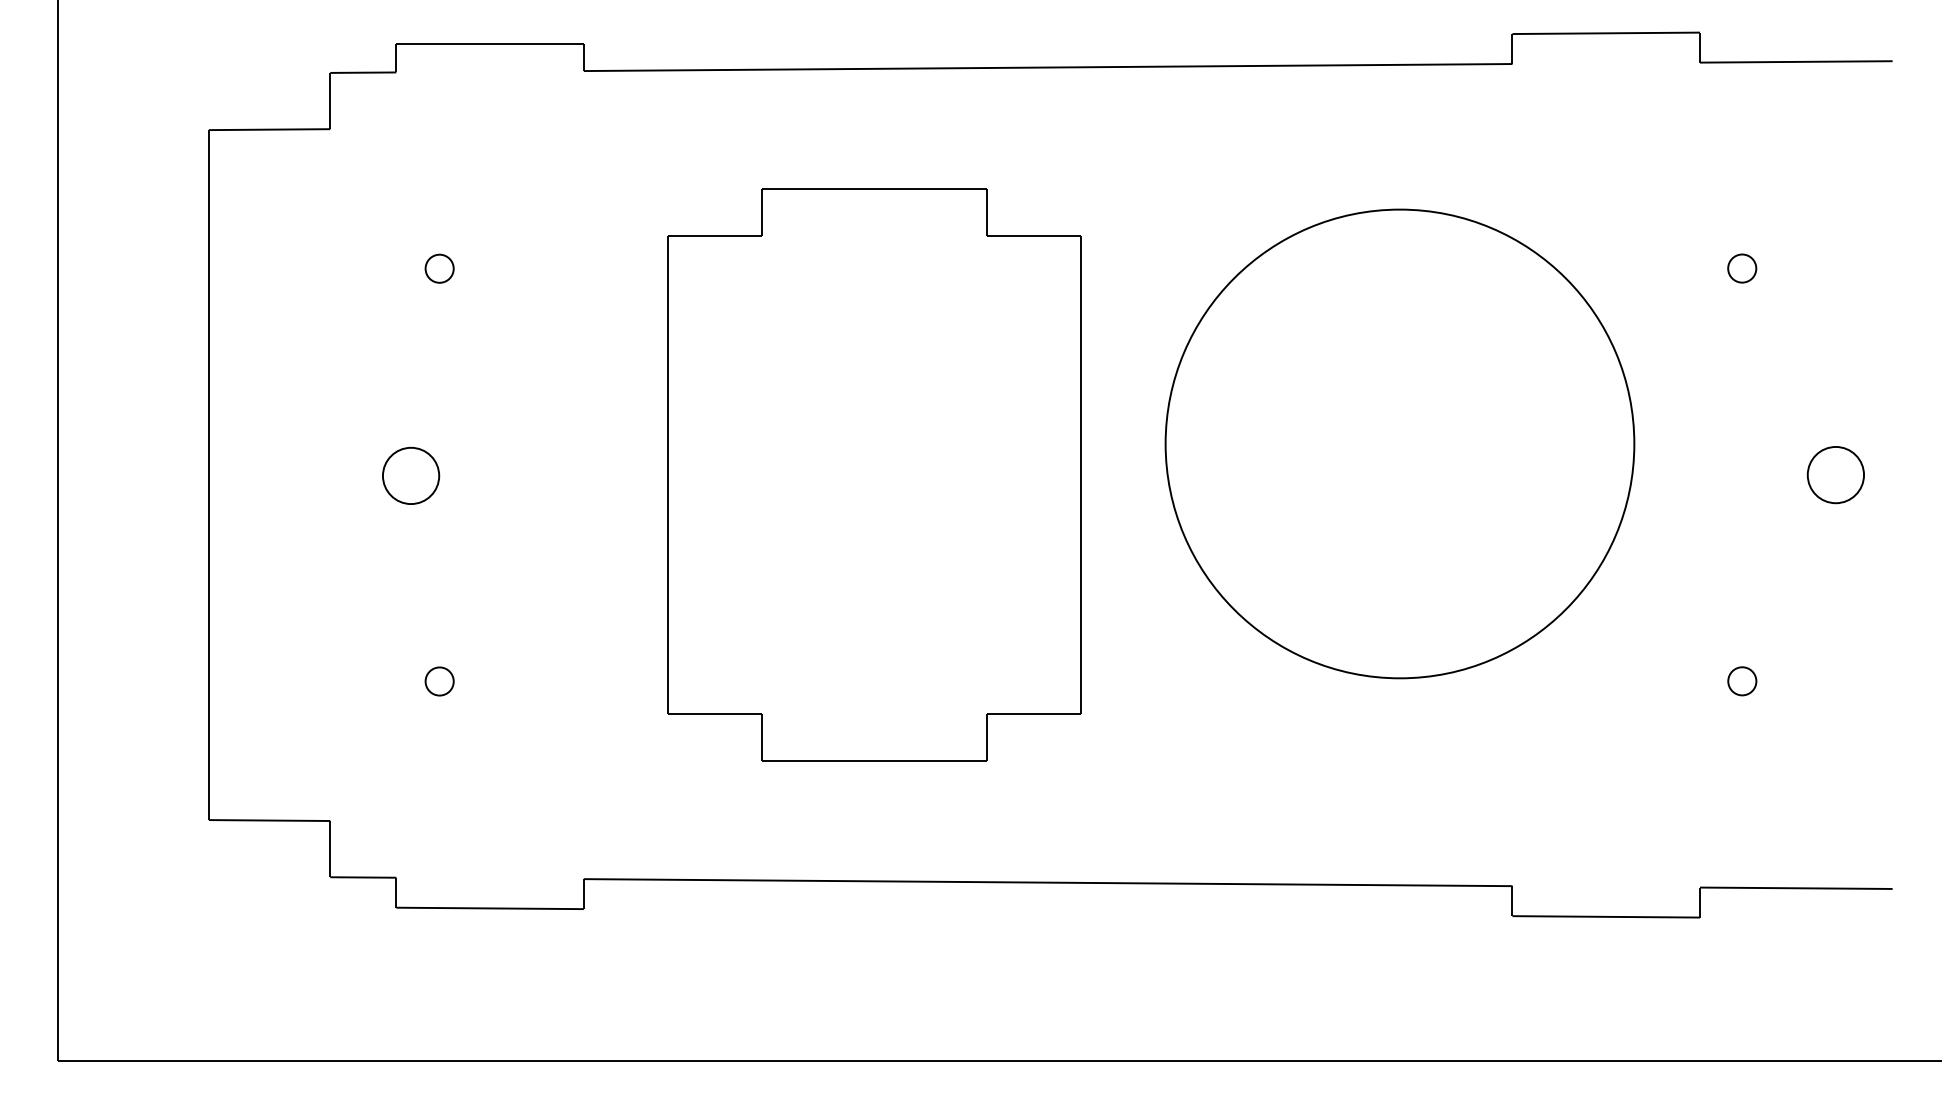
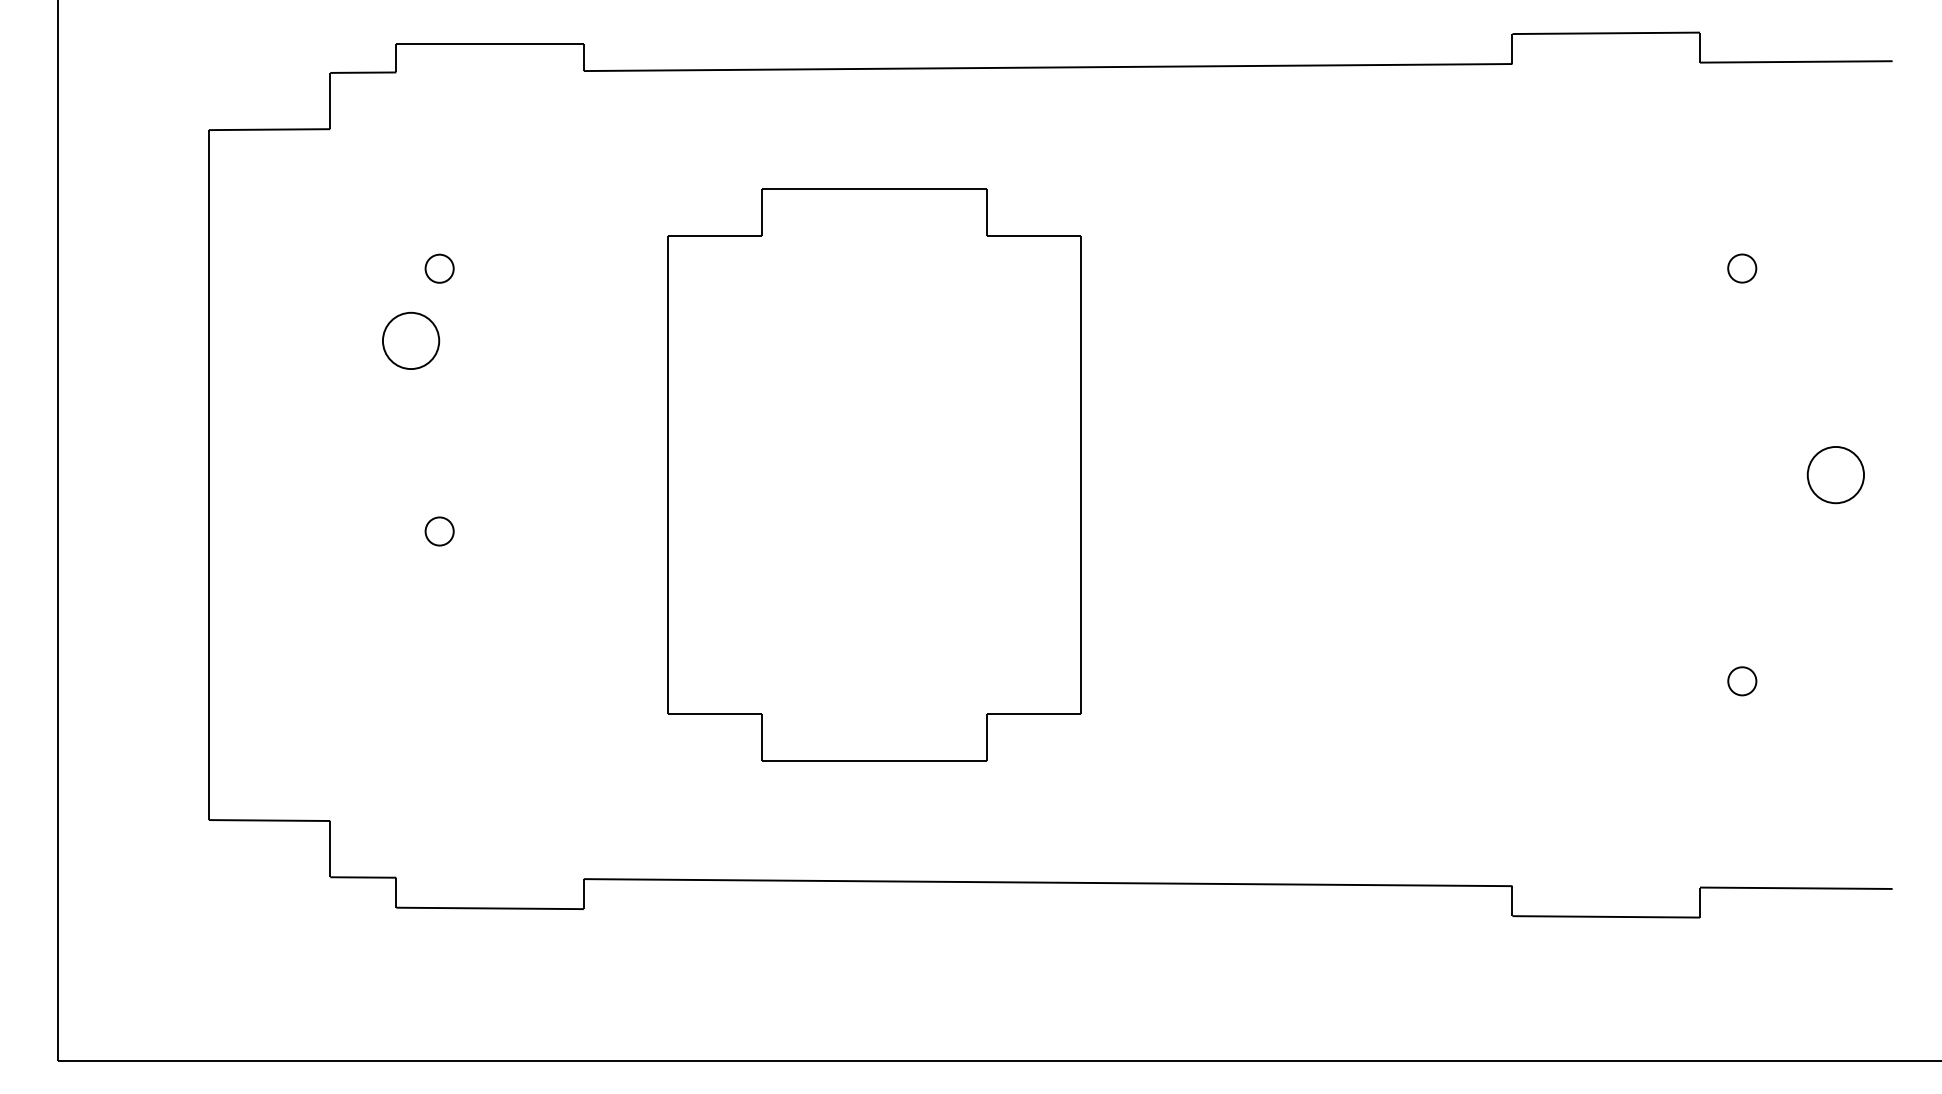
part at (1399, 443): present -> none
part at (411, 475) position: (411, 475) -> (411, 340)
part at (439, 681) position: (439, 681) -> (439, 531)
